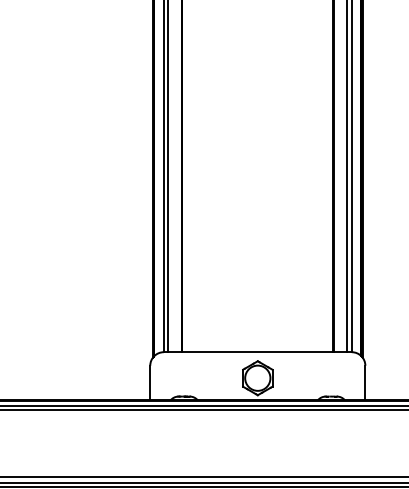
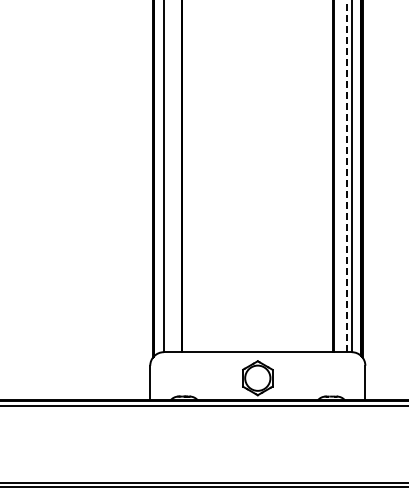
line at (347, 176): solid -> dashed
line at (168, 177): present -> none
line at (203, 410): present -> none
line at (203, 476): present -> none
